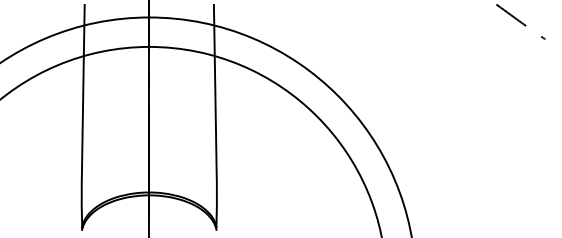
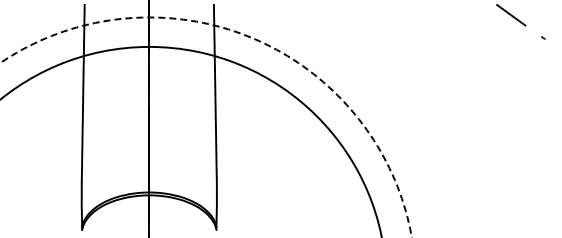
circle at (205, 127): solid -> dashed
